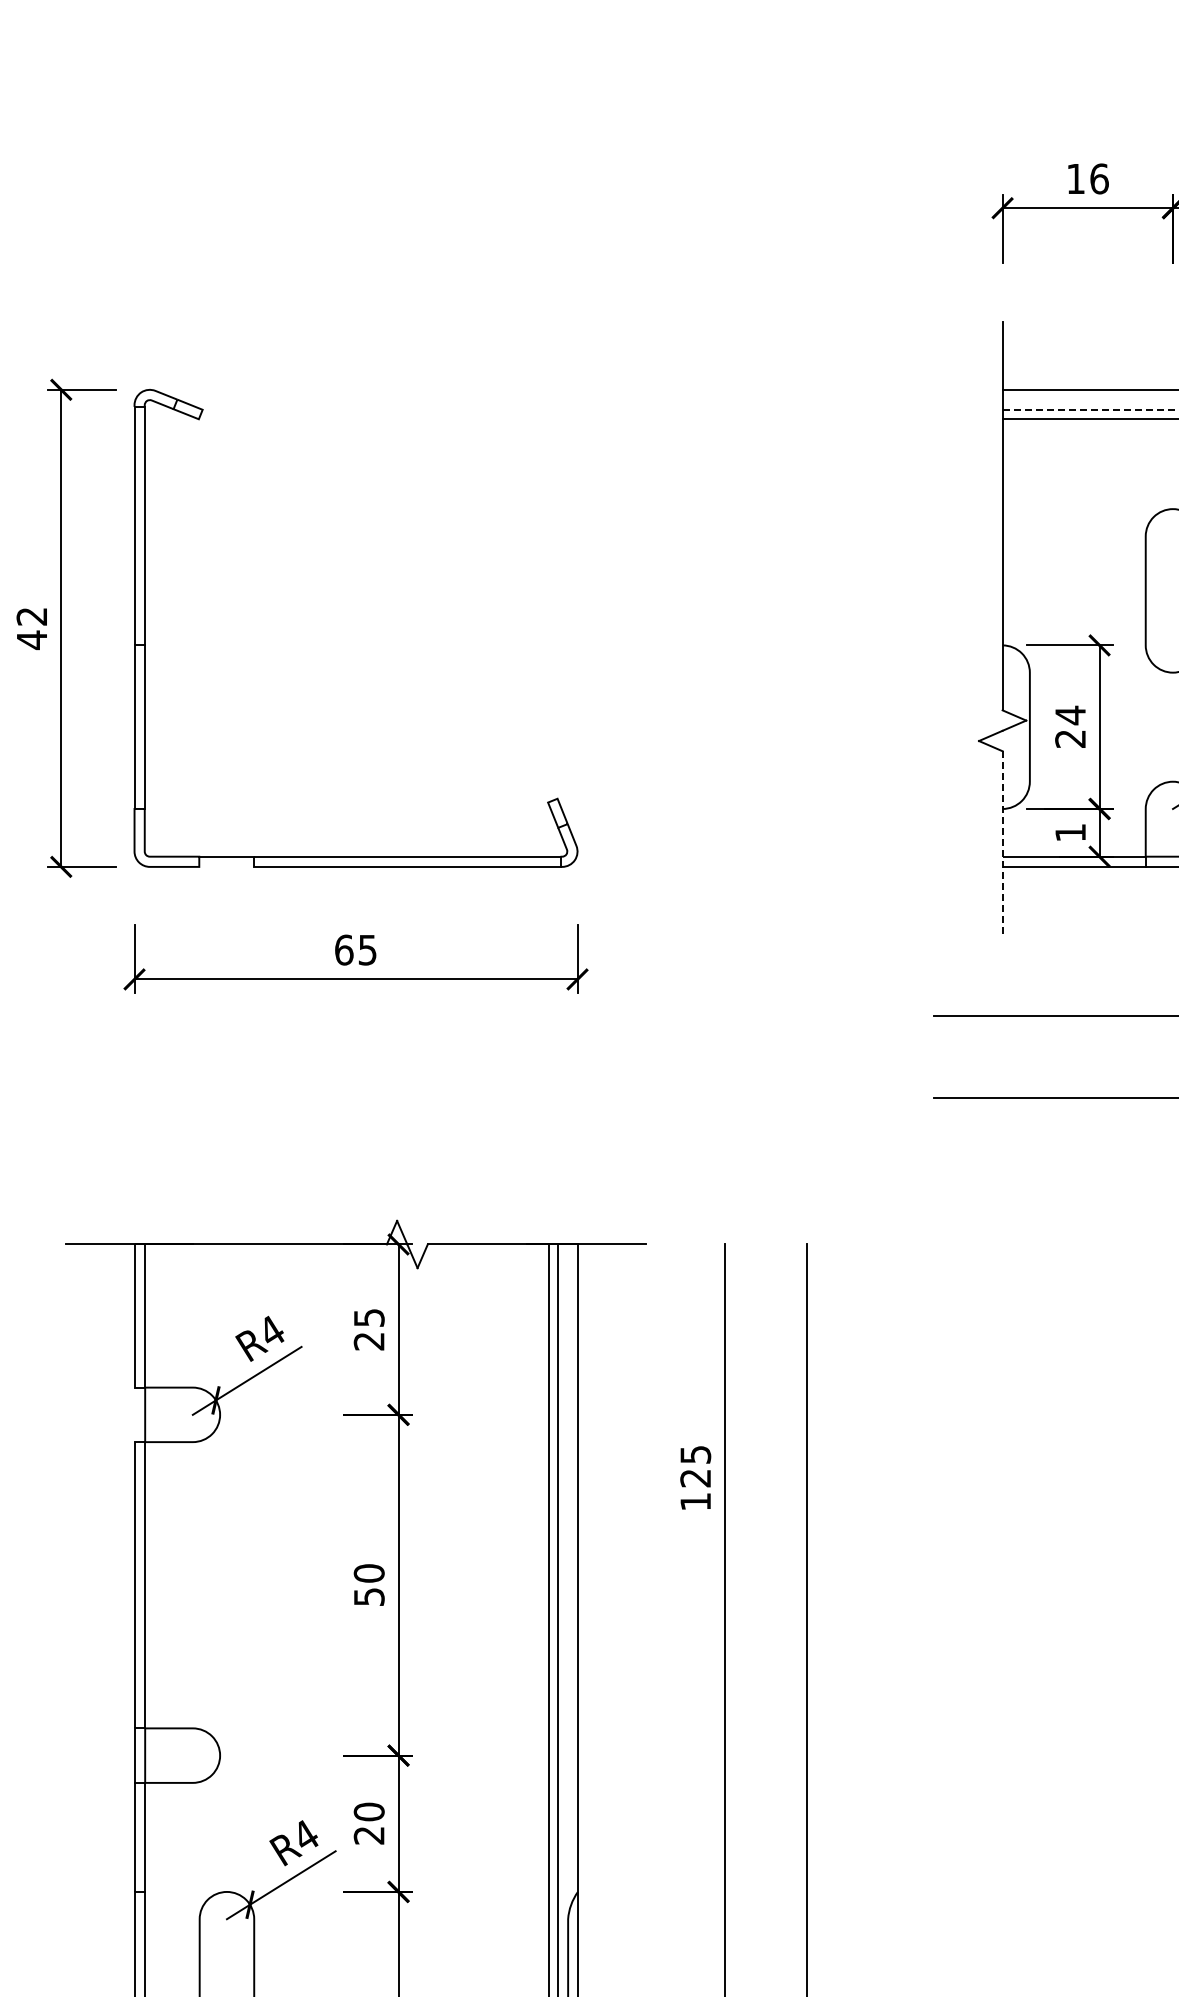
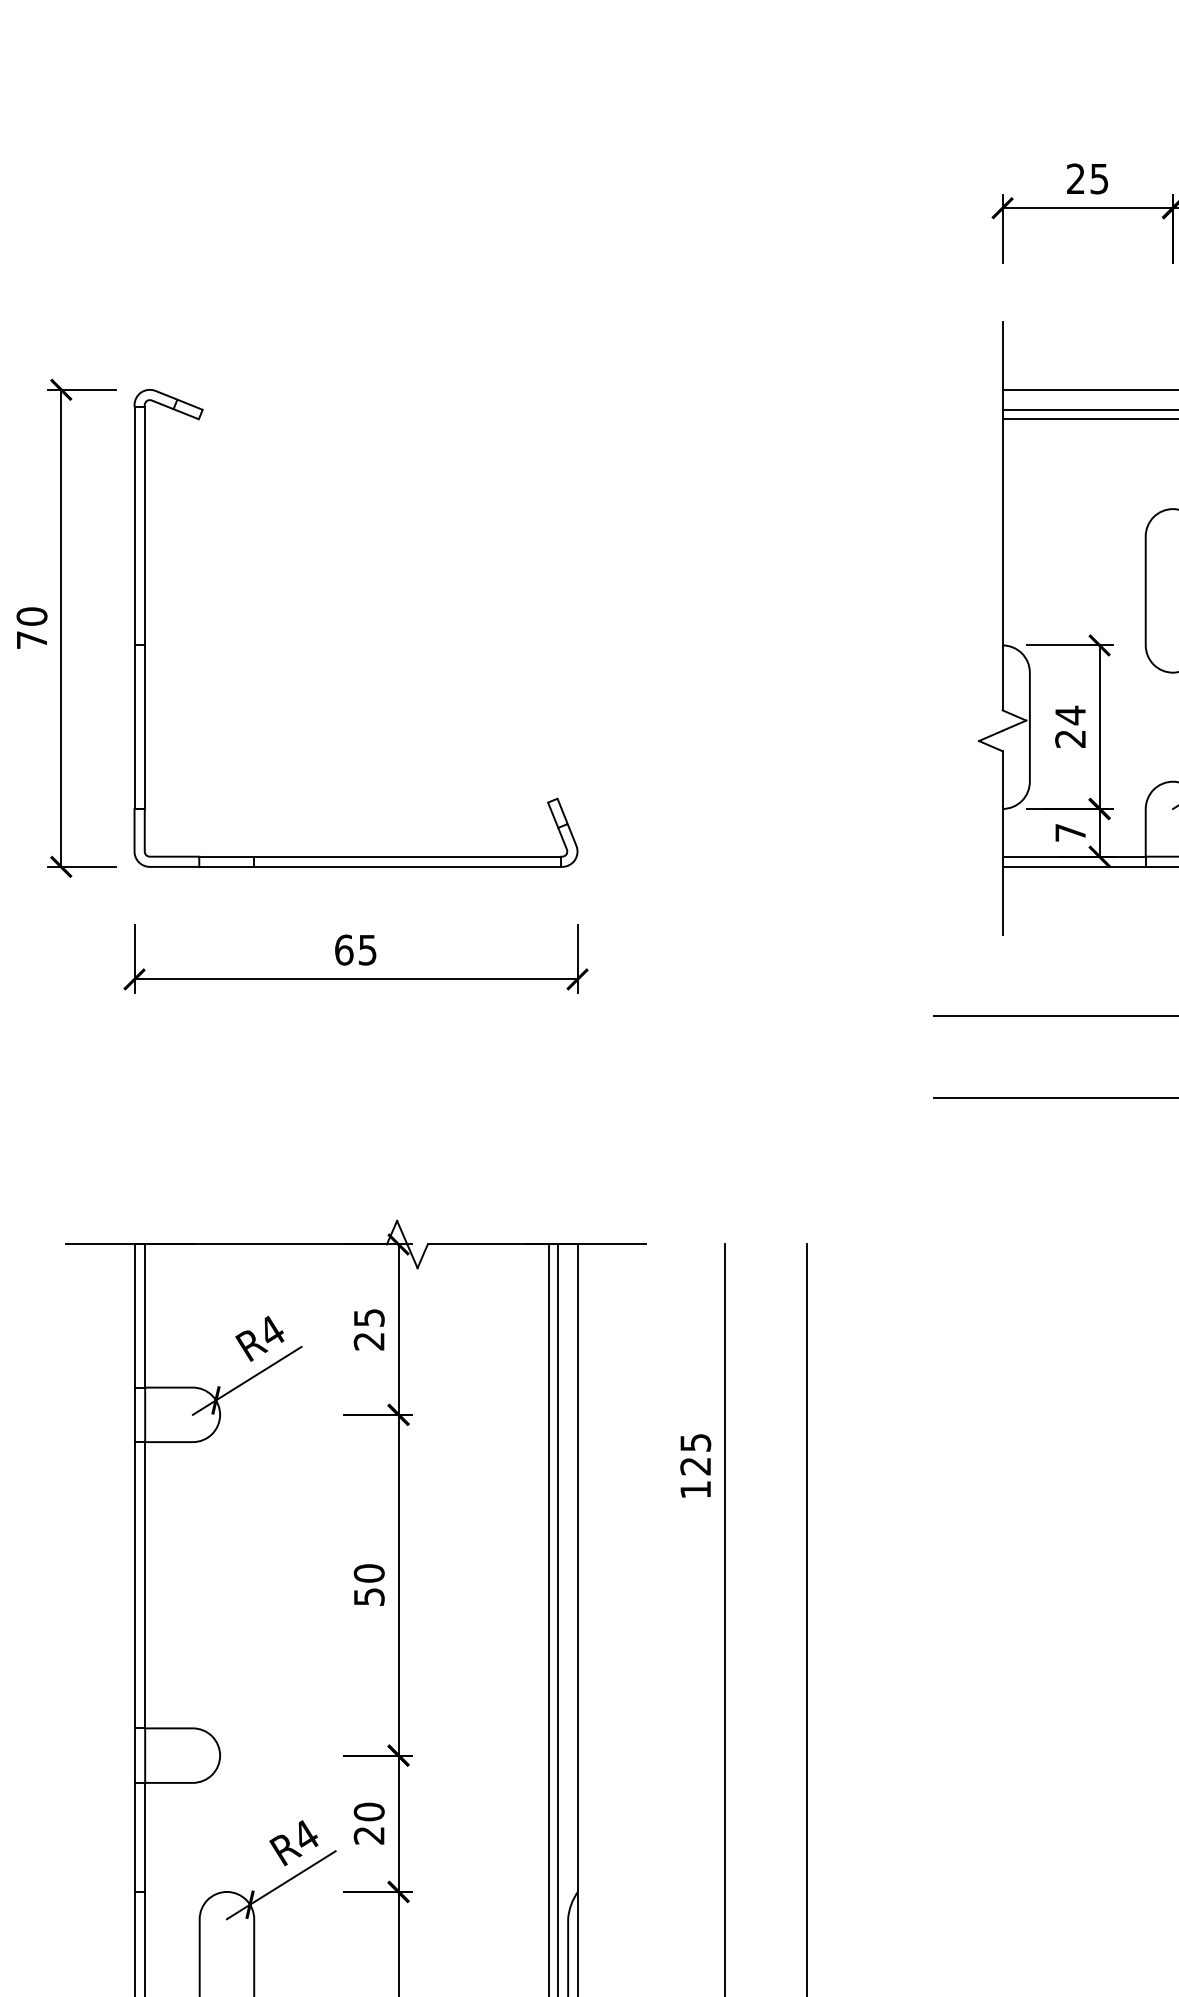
text at (1087, 178): 16 -> 25
line at (1090, 409): dashed -> solid
text at (31, 628): 42 -> 70
text at (1070, 832): 1 -> 7
line at (1002, 843): dashed -> solid
line at (226, 866): none -> present
line at (134, 1414): none -> present
text at (695, 1477) position: (695, 1477) -> (695, 1465)
